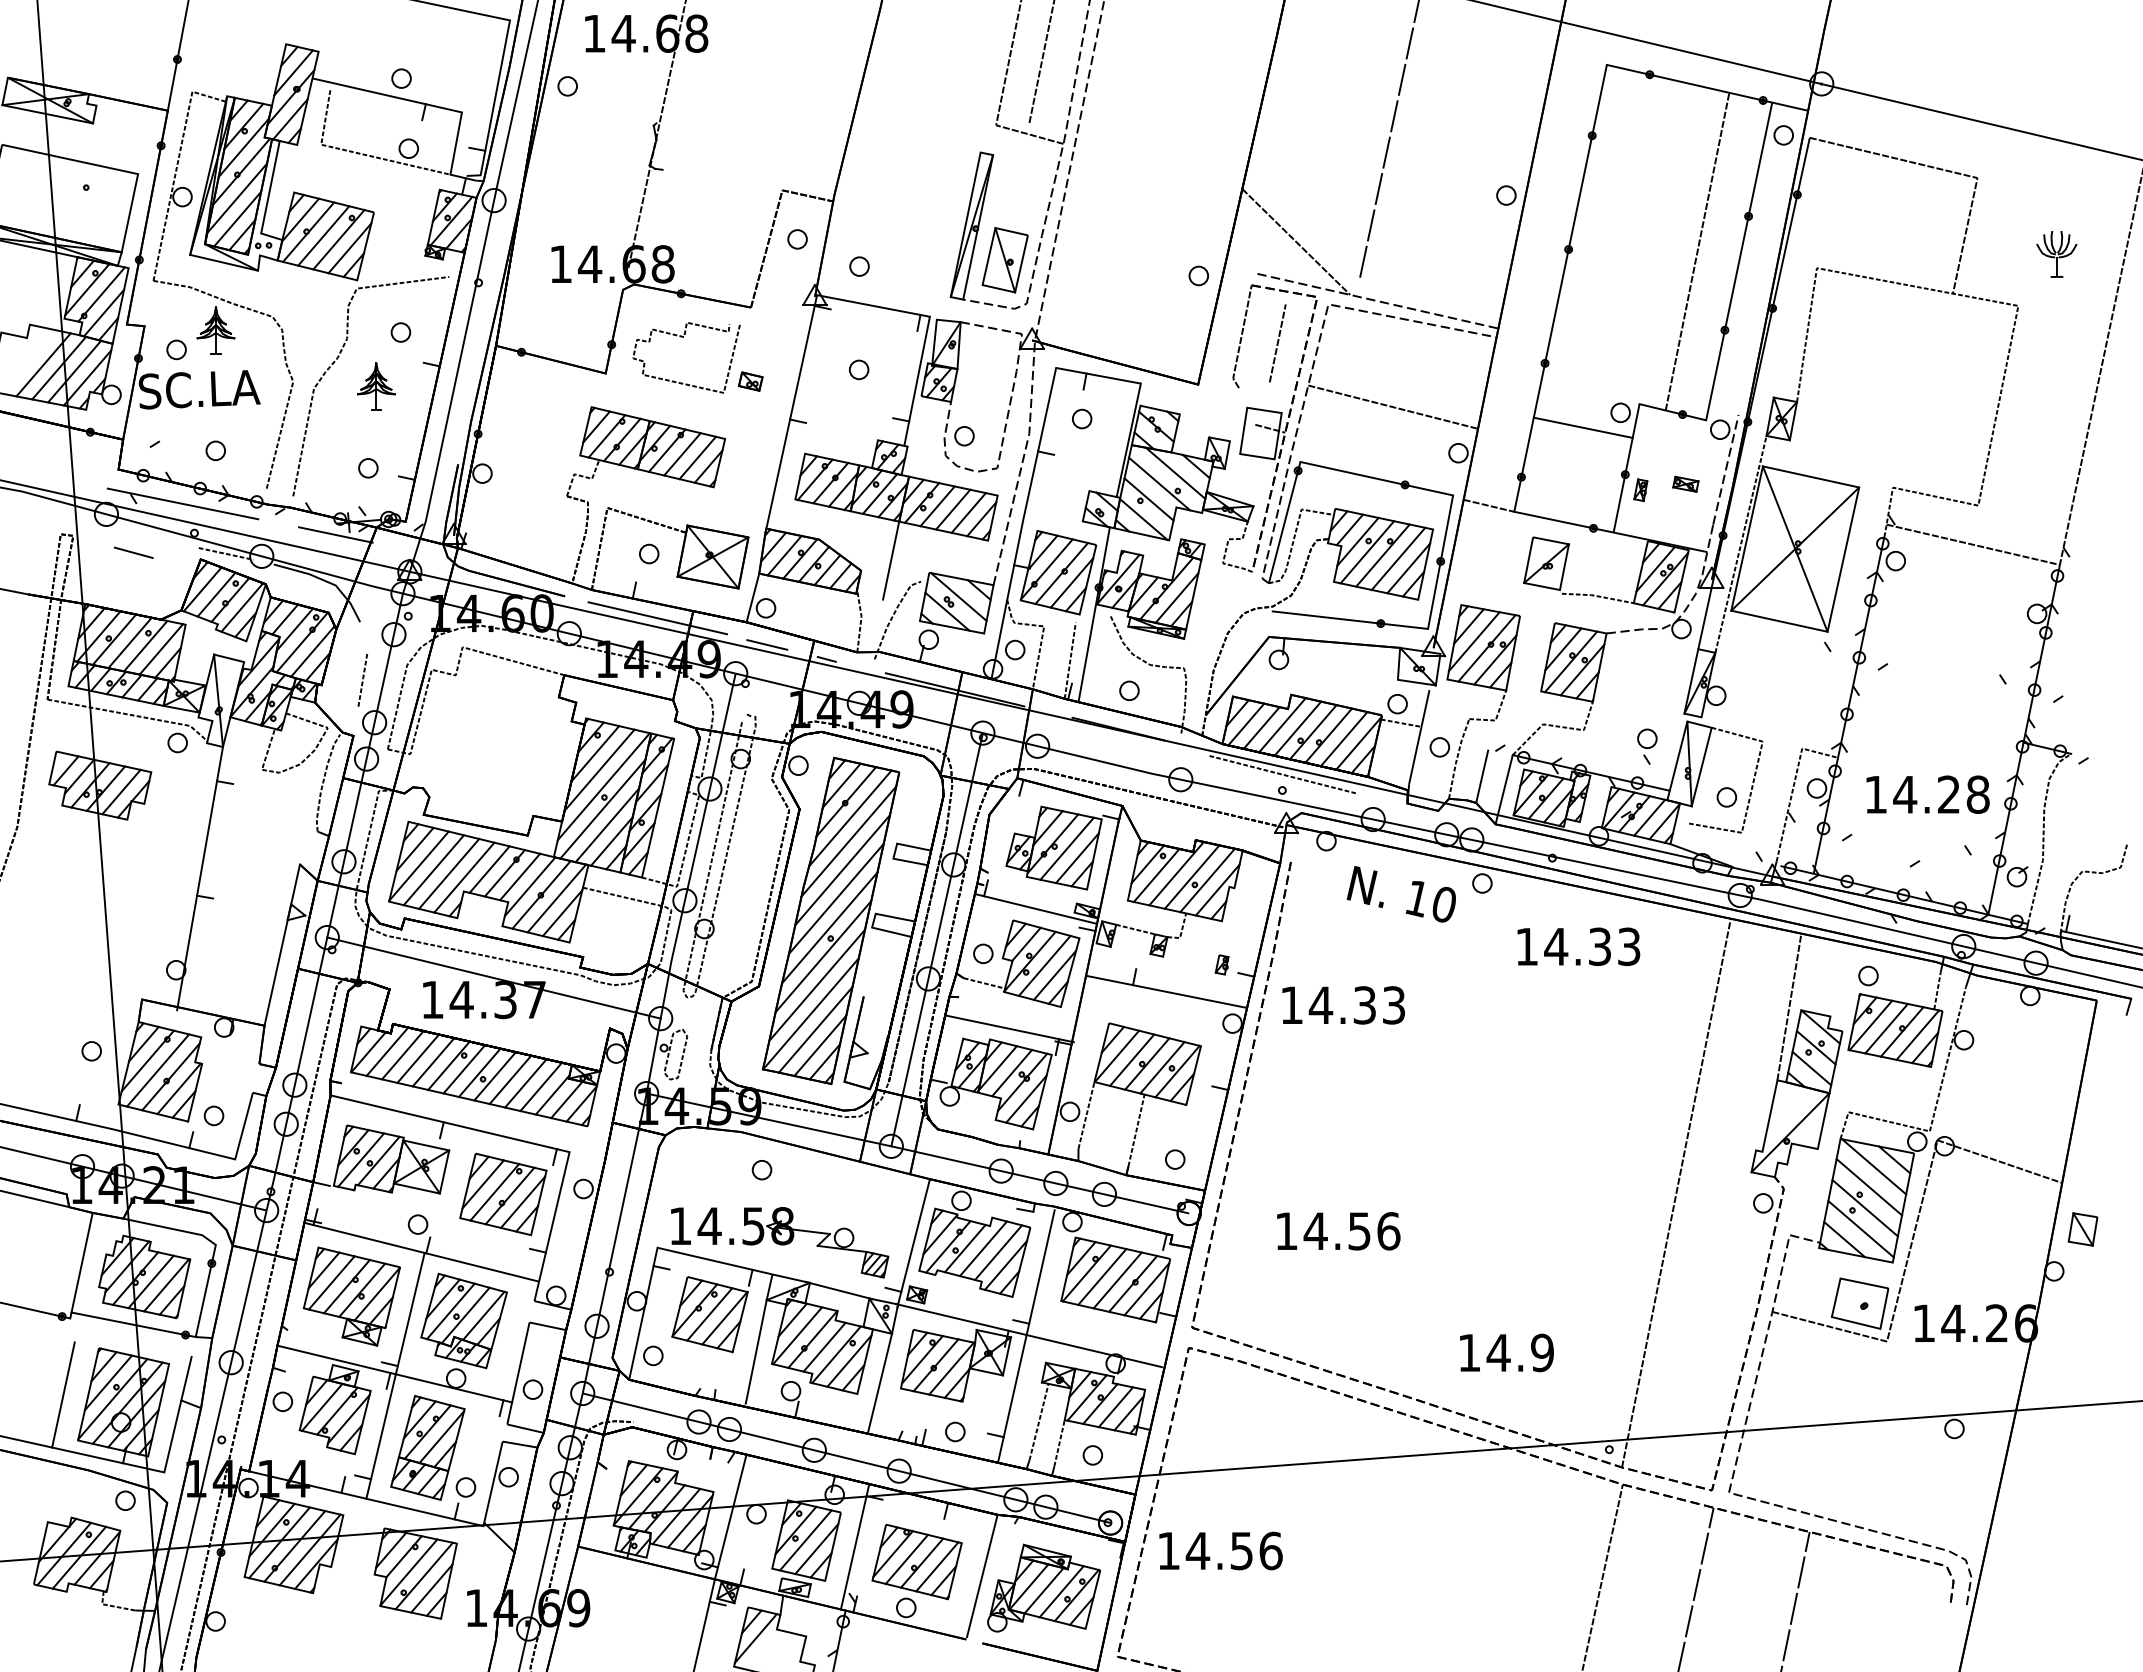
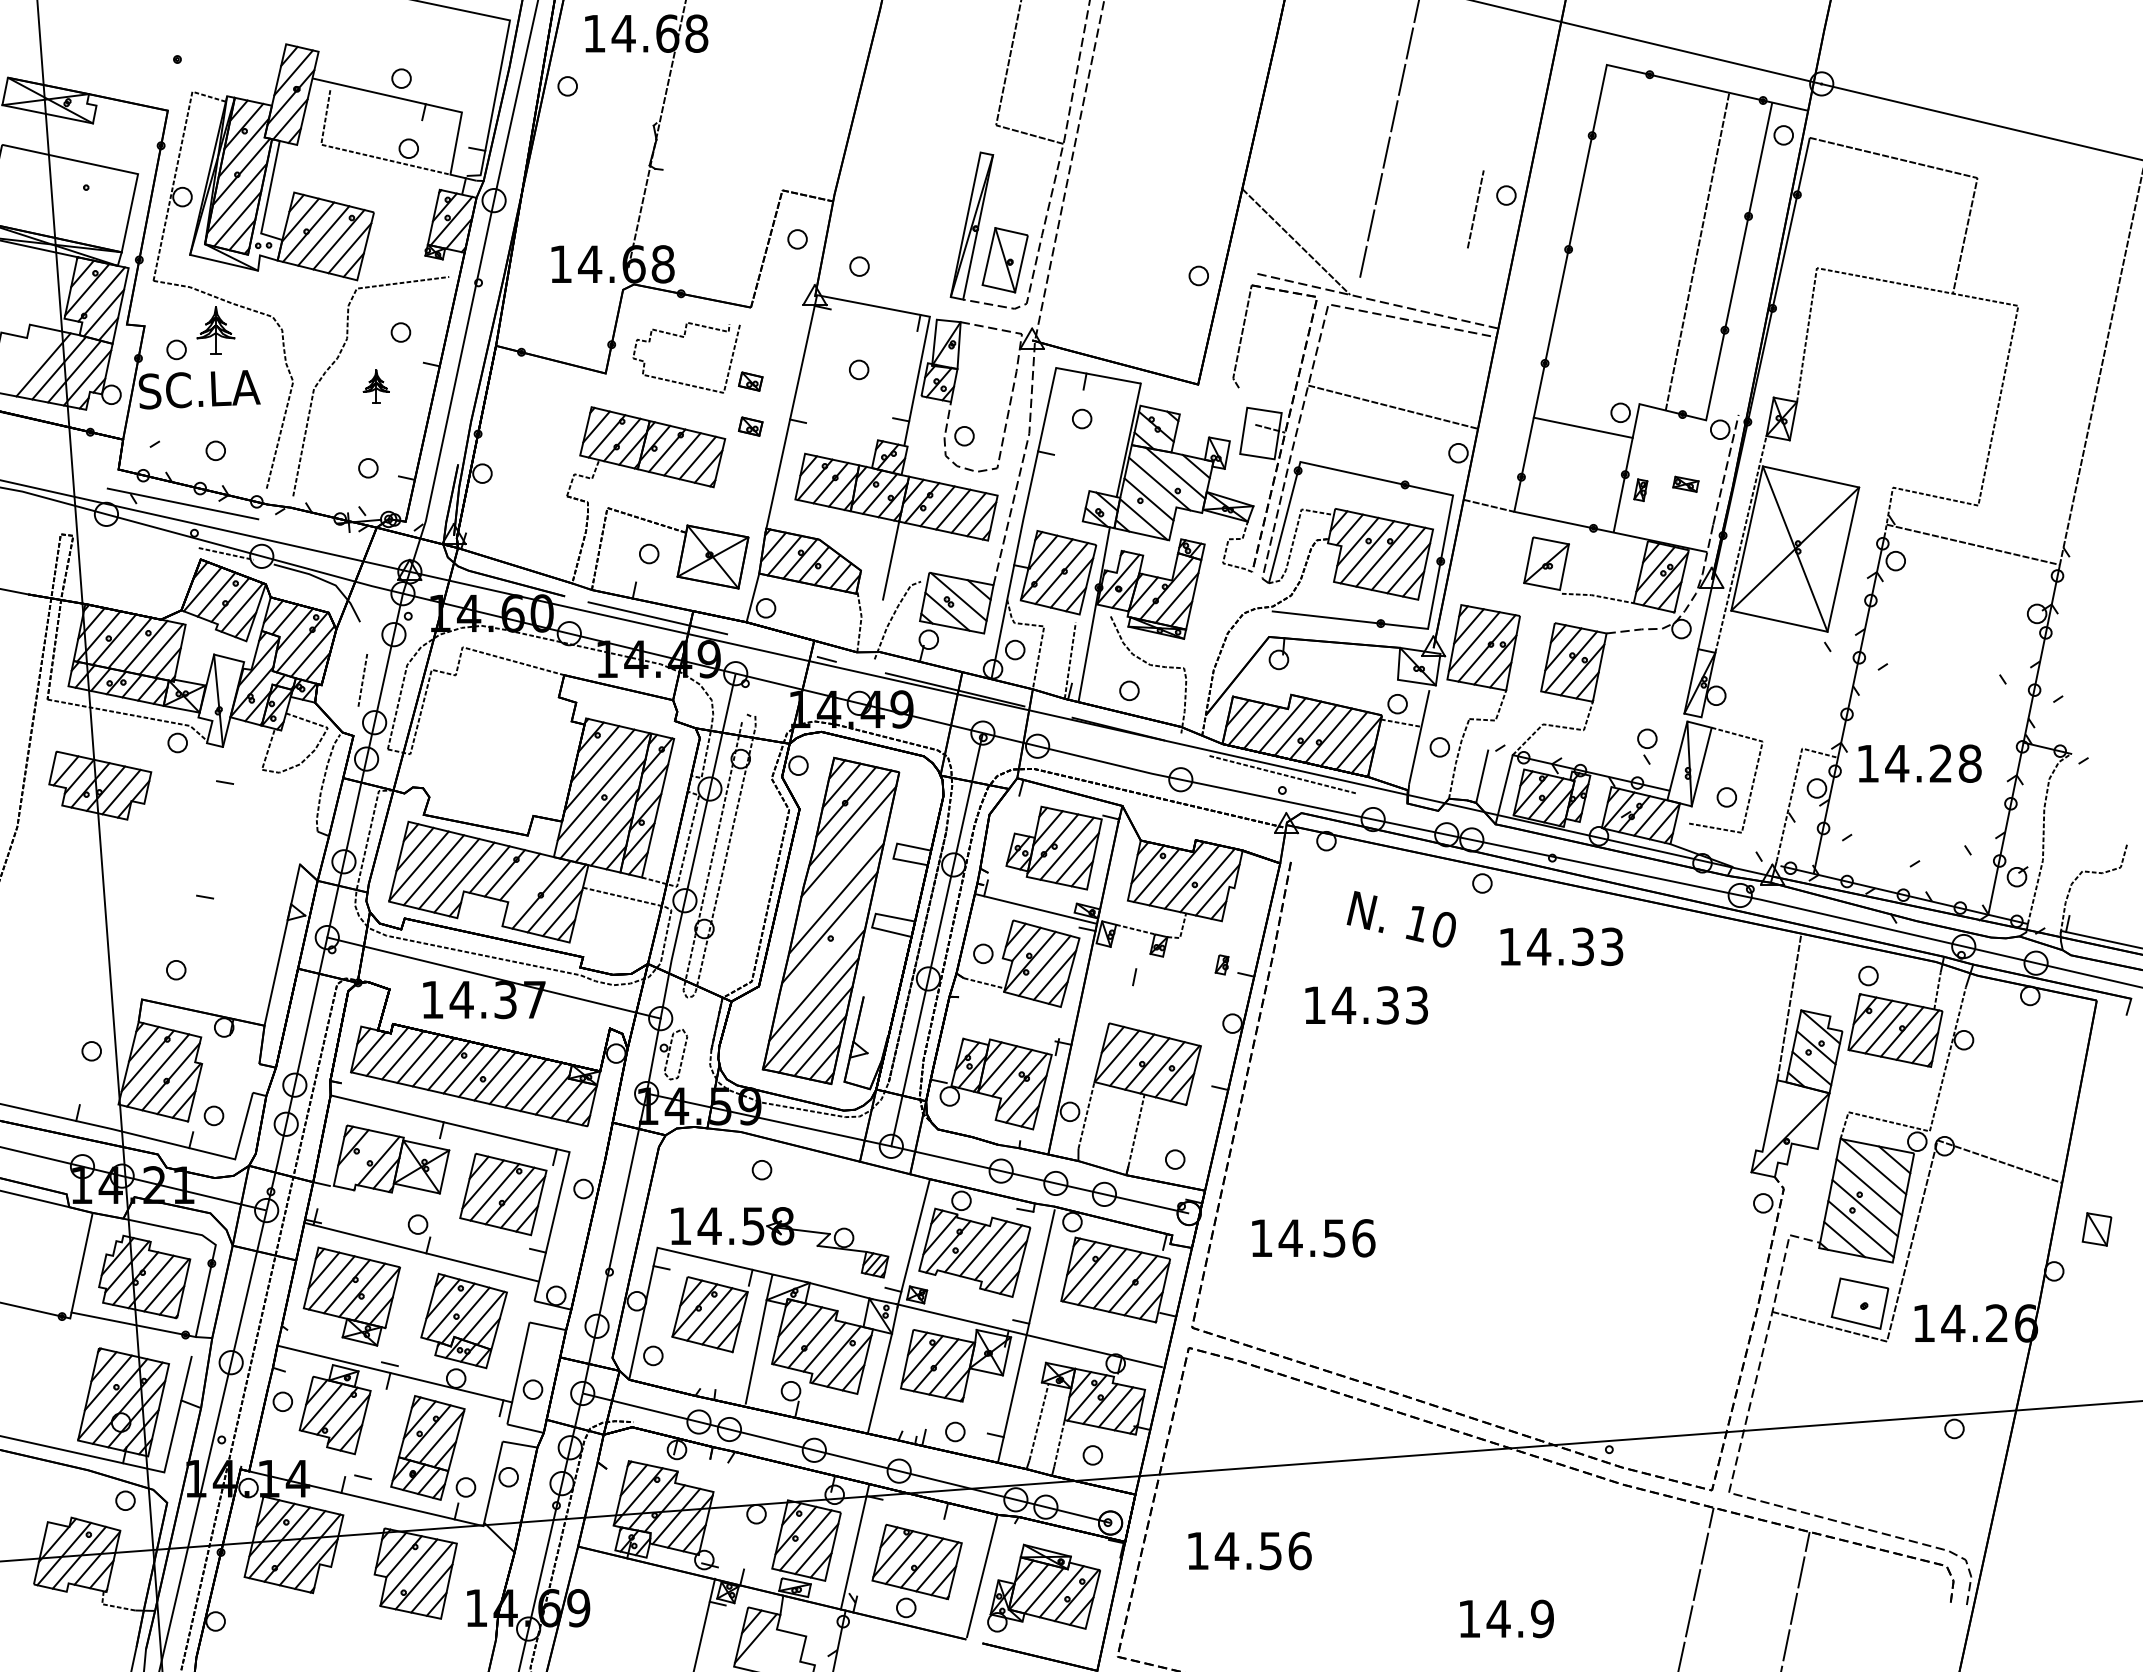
line at (177, 56): present -> none
line at (1041, 62): present -> none
part at (2056, 254): present -> none
line at (1277, 343) position: (1277, 343) -> (1475, 209)
part at (376, 386) size: 39x49 px -> 28x35 px
part at (750, 426): none -> present
line at (335, 534): present -> none
line at (133, 552): present -> none
line at (767, 644): present -> none
text at (1927, 794) position: (1927, 794) -> (1919, 763)
line at (842, 870): present -> none
line at (199, 878): present -> none
line at (529, 886): present -> none
text at (1400, 894) position: (1400, 894) -> (1400, 919)
text at (1578, 946) position: (1578, 946) -> (1561, 946)
line at (823, 956): present -> none
line at (1167, 991): present -> none
text at (1343, 1005) position: (1343, 1005) -> (1366, 1005)
line at (1009, 1028): present -> none
line at (361, 1159): present -> none
line at (1676, 1192): present -> none
part at (2082, 1229) position: (2082, 1229) -> (2096, 1229)
text at (1338, 1231) position: (1338, 1231) -> (1313, 1238)
text at (1506, 1352) position: (1506, 1352) -> (1506, 1618)
line at (395, 1375): present -> none
line at (63, 1394): present -> none
line at (730, 1516): present -> none
text at (1220, 1550) position: (1220, 1550) -> (1249, 1550)
line at (1602, 1576): present -> none
